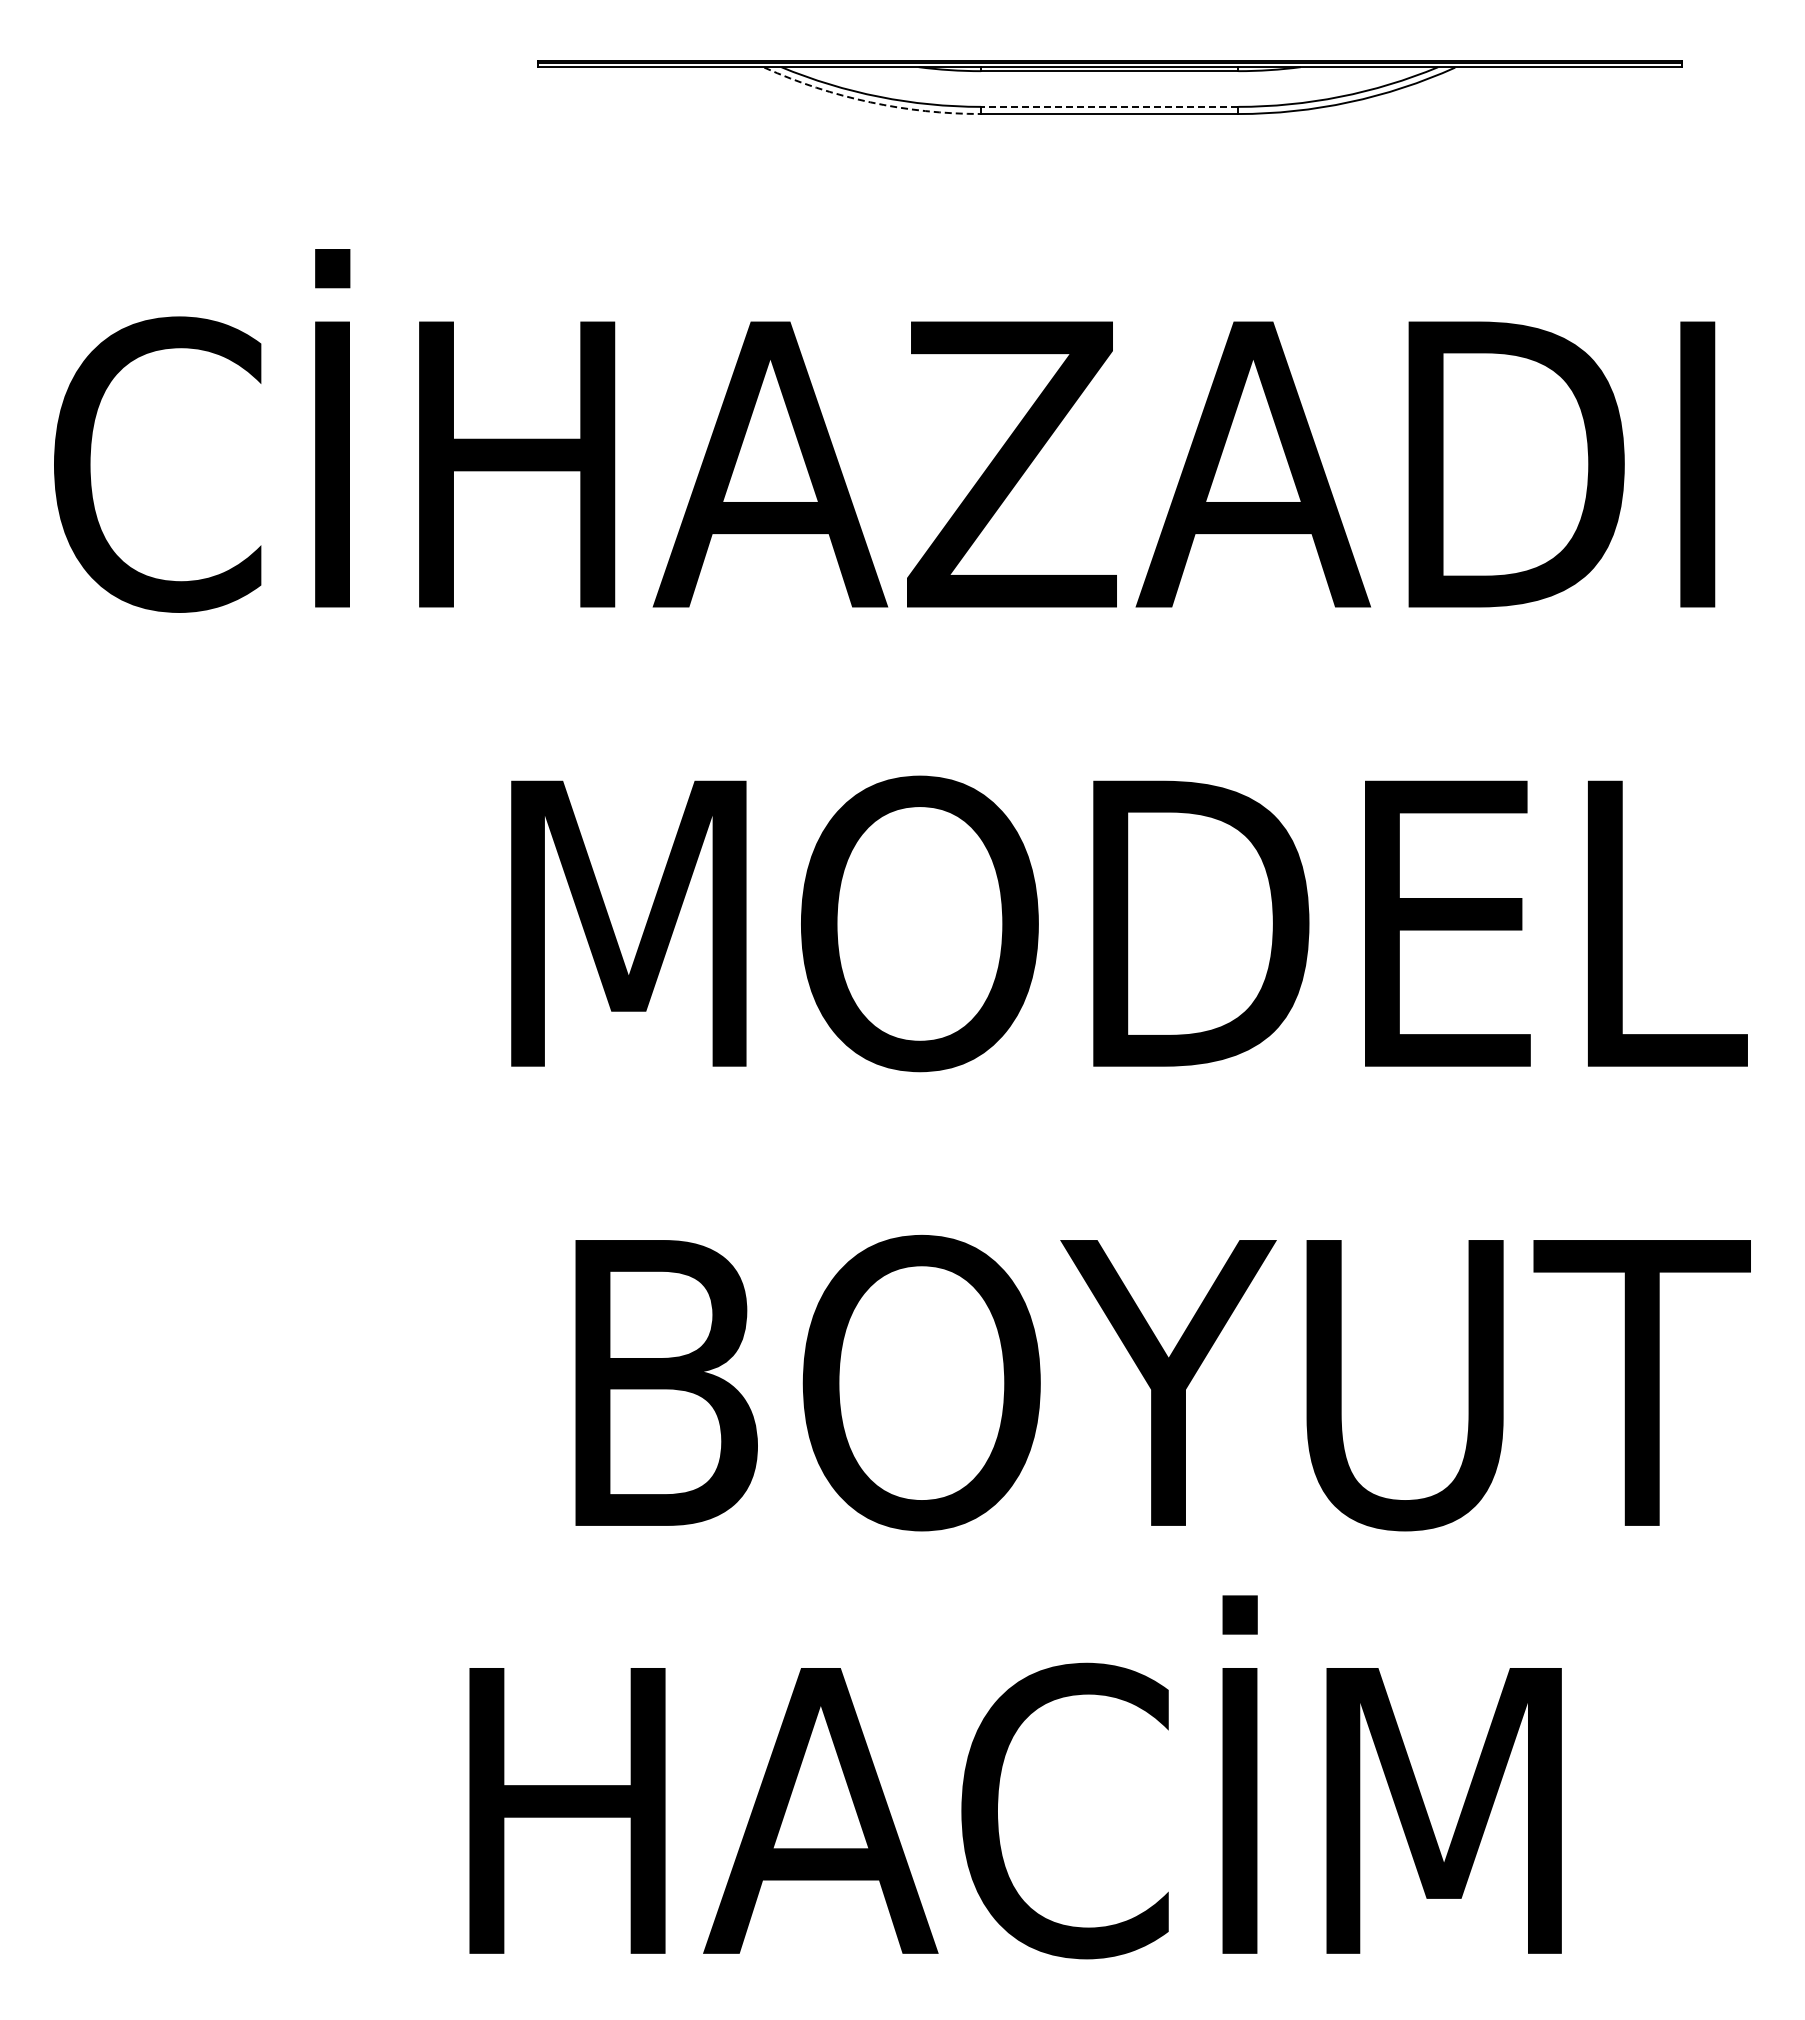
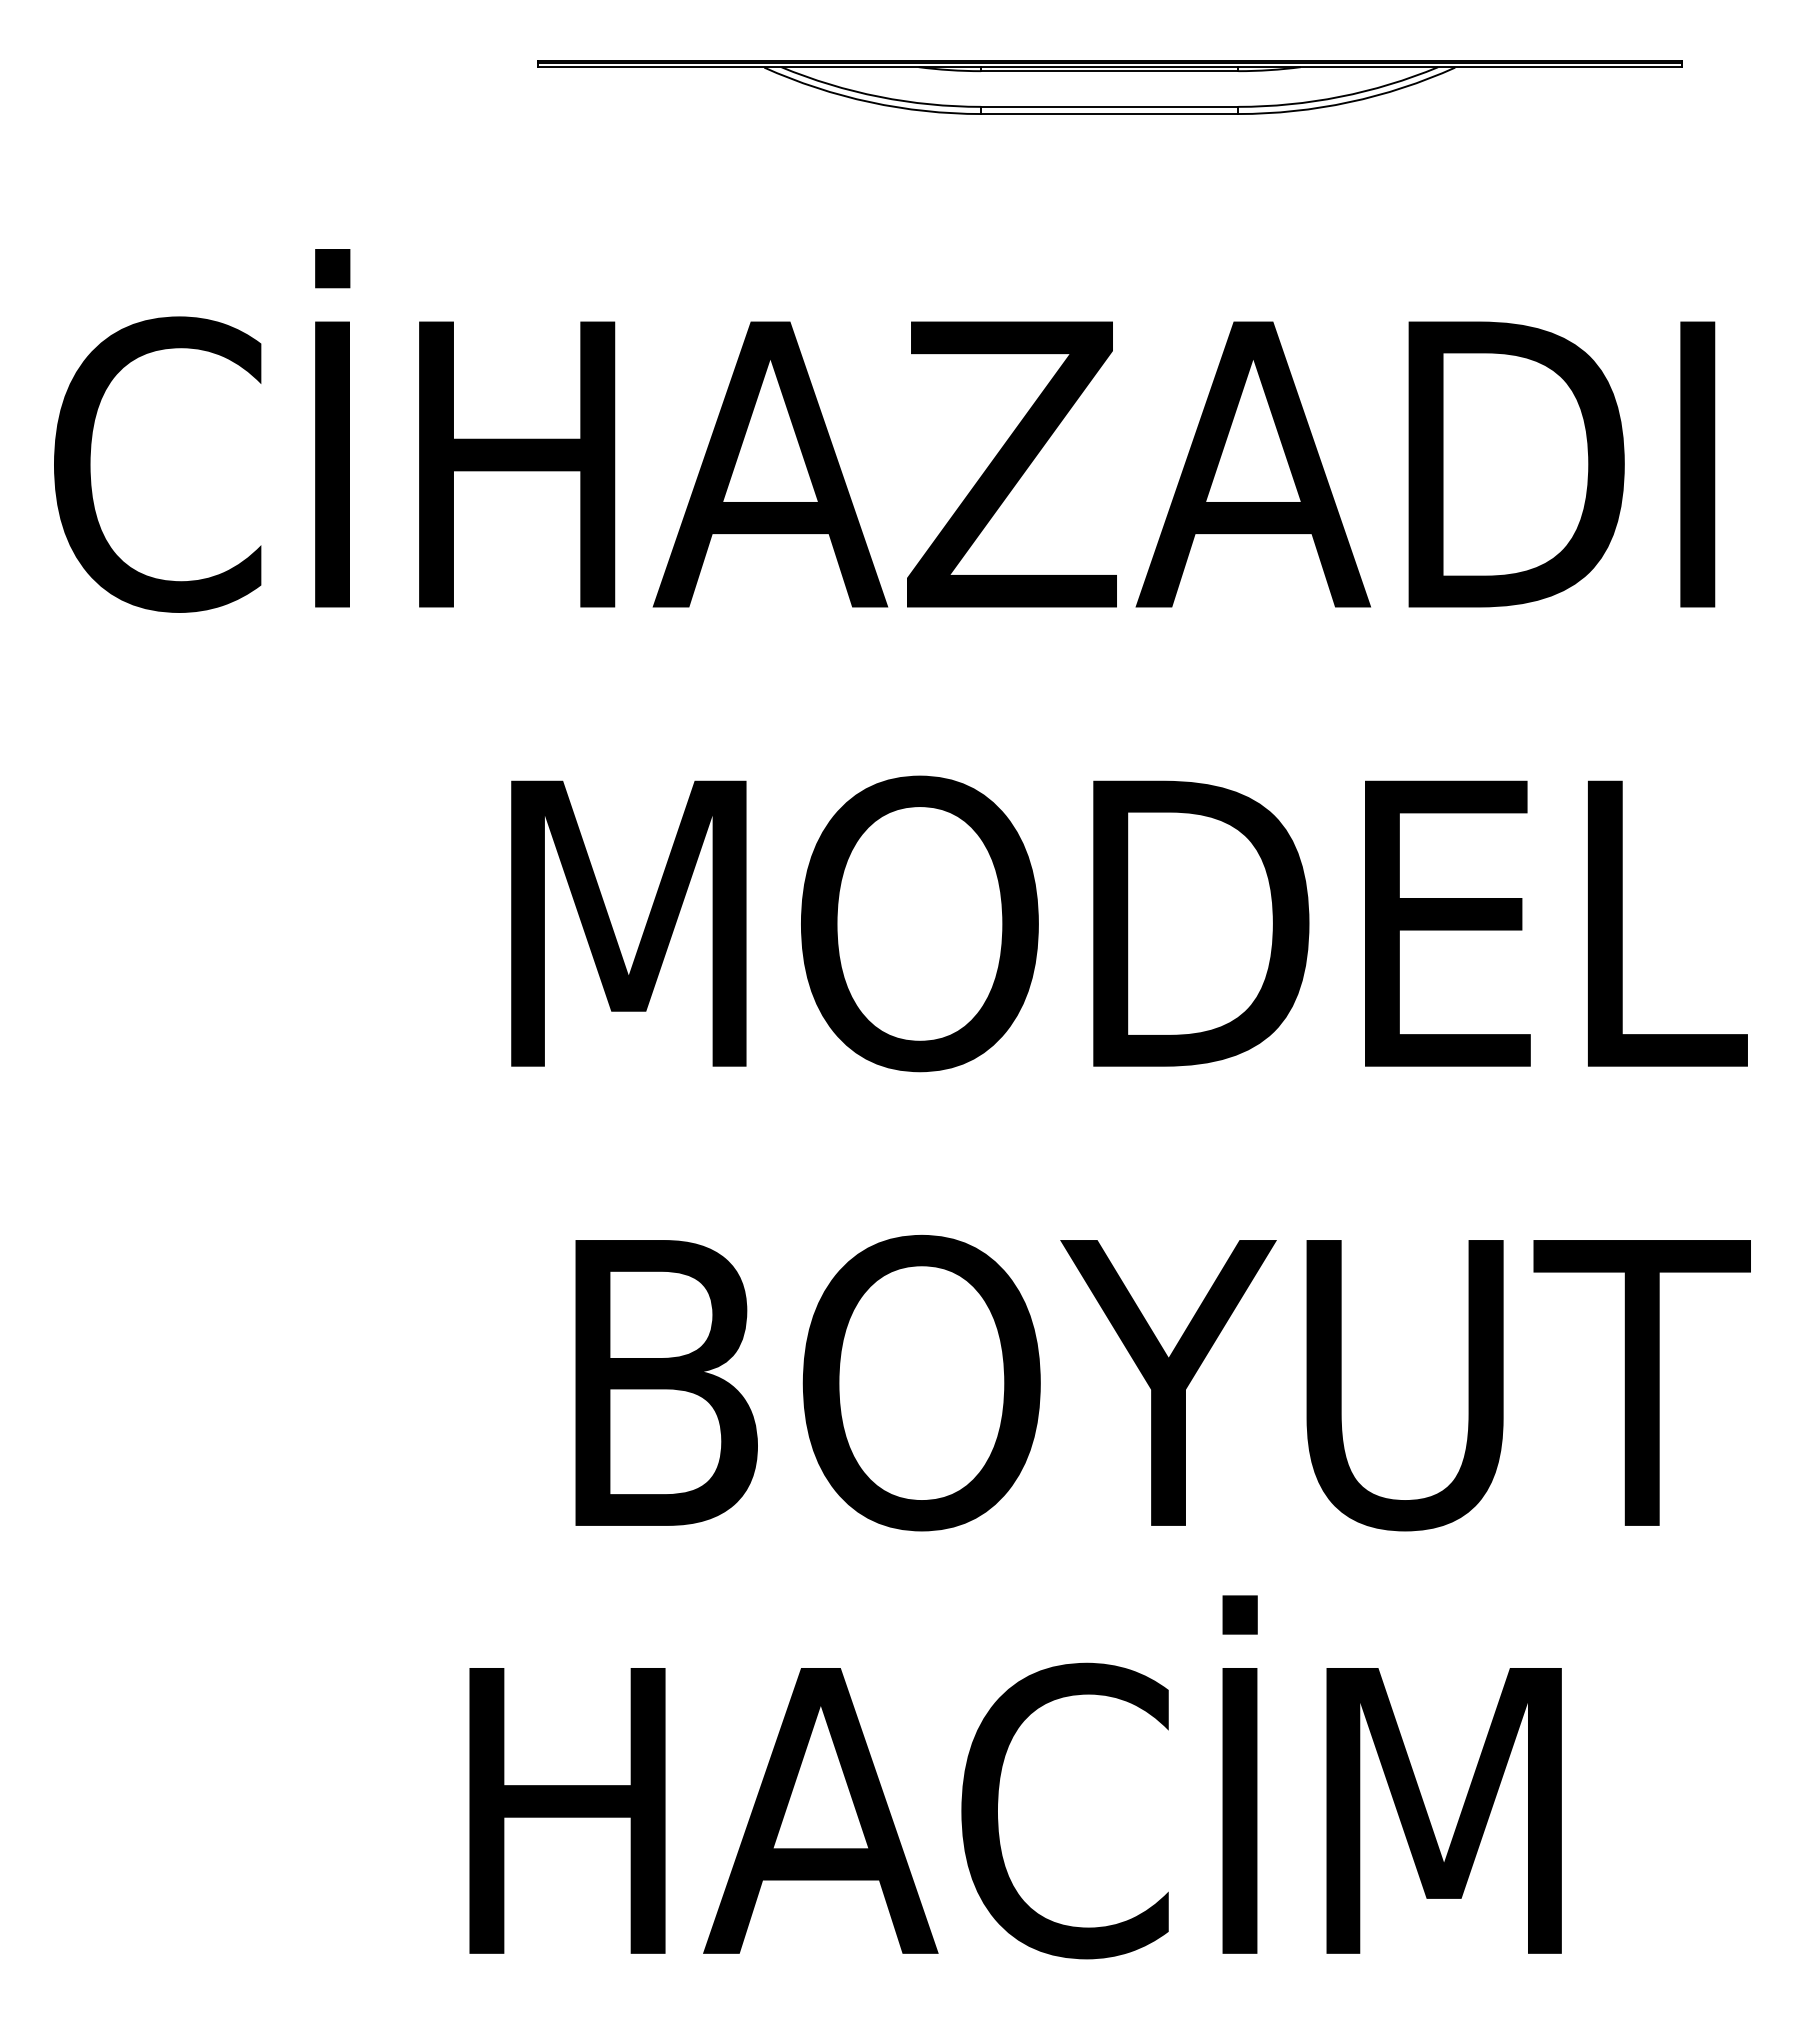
arc at (870, 102): dashed -> solid
line at (1109, 106): dashed -> solid
